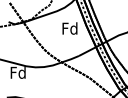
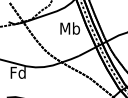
text at (69, 28): Fd -> Mb
